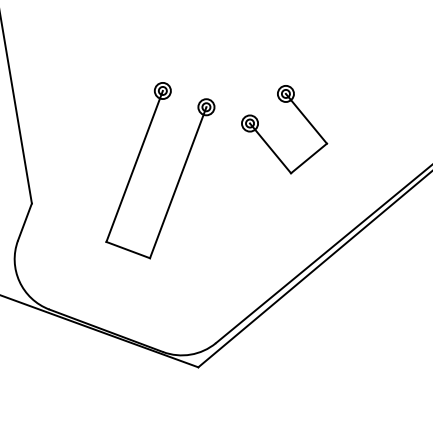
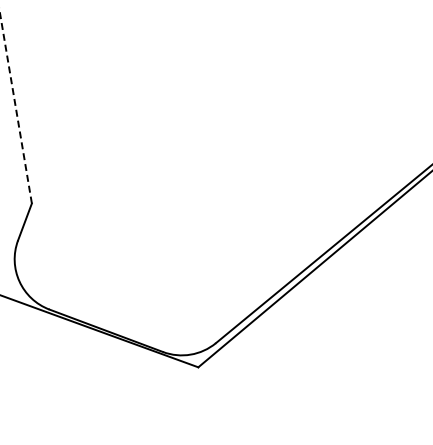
line at (15, 107): solid -> dashed
part at (266, 141): present -> none
part at (178, 178): present -> none
